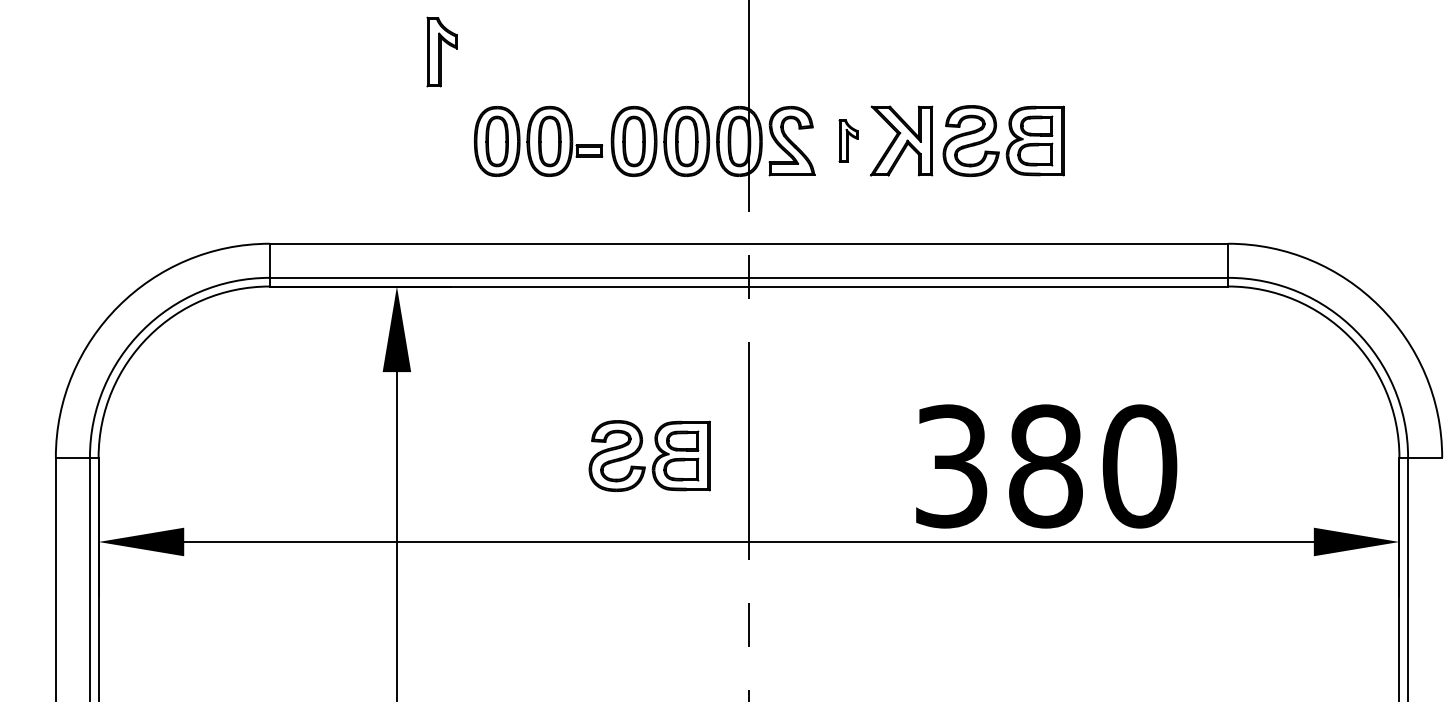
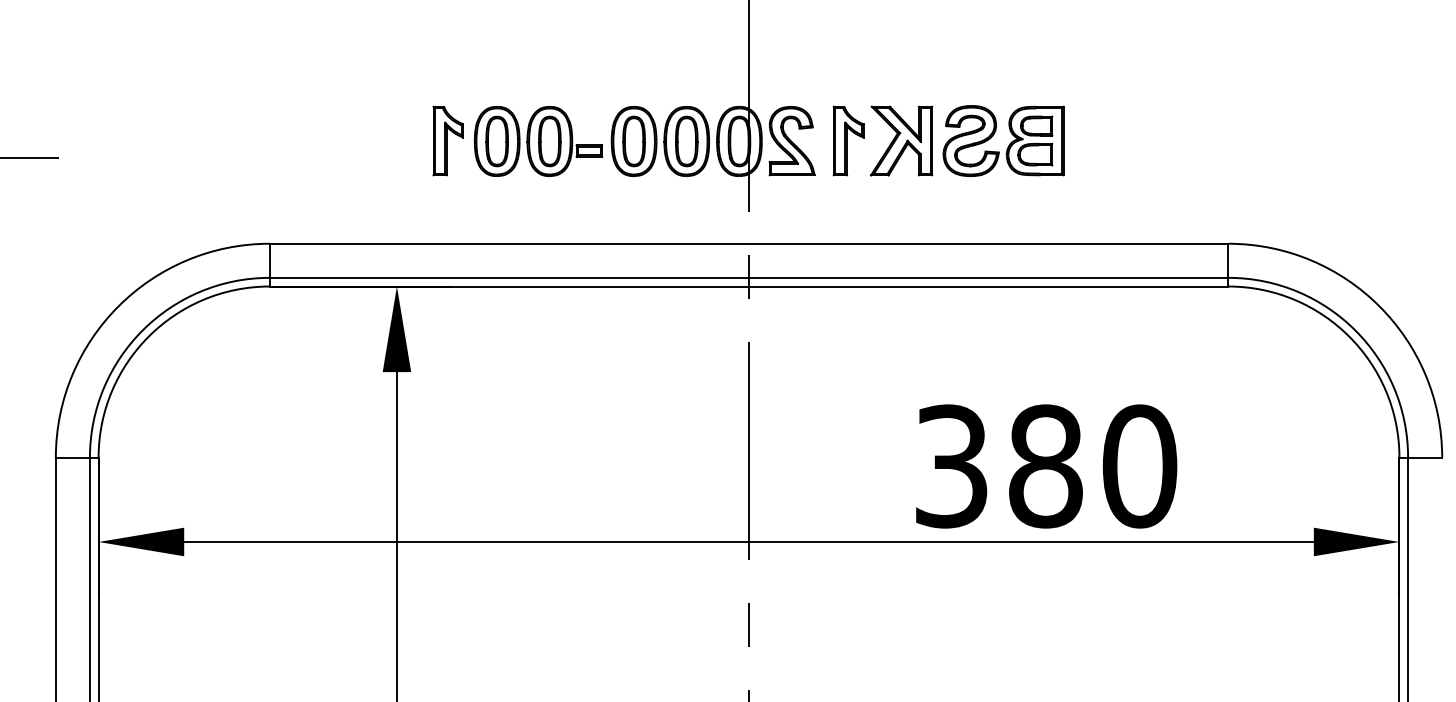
part at (441, 51) position: (441, 51) -> (447, 140)
part at (848, 140) size: 21x44 px -> 33x72 px
line at (30, 158): none -> present
part at (655, 458): present -> none
